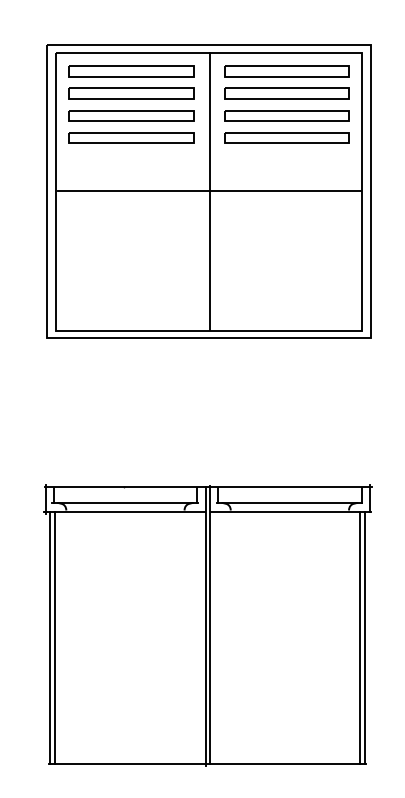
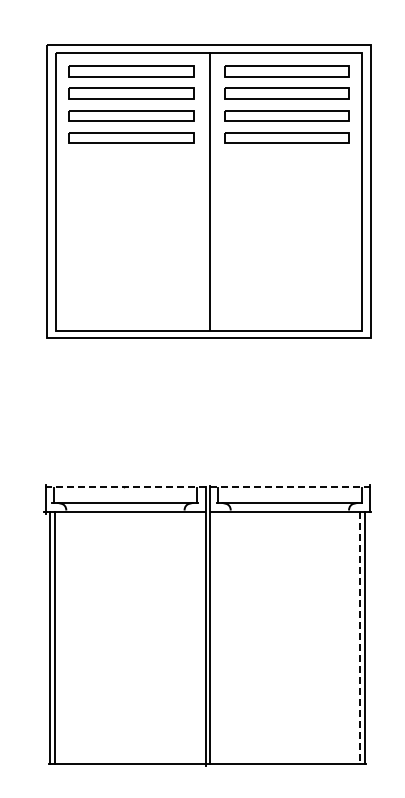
line at (209, 190): present -> none
line at (208, 487): solid -> dashed
line at (360, 638): solid -> dashed
